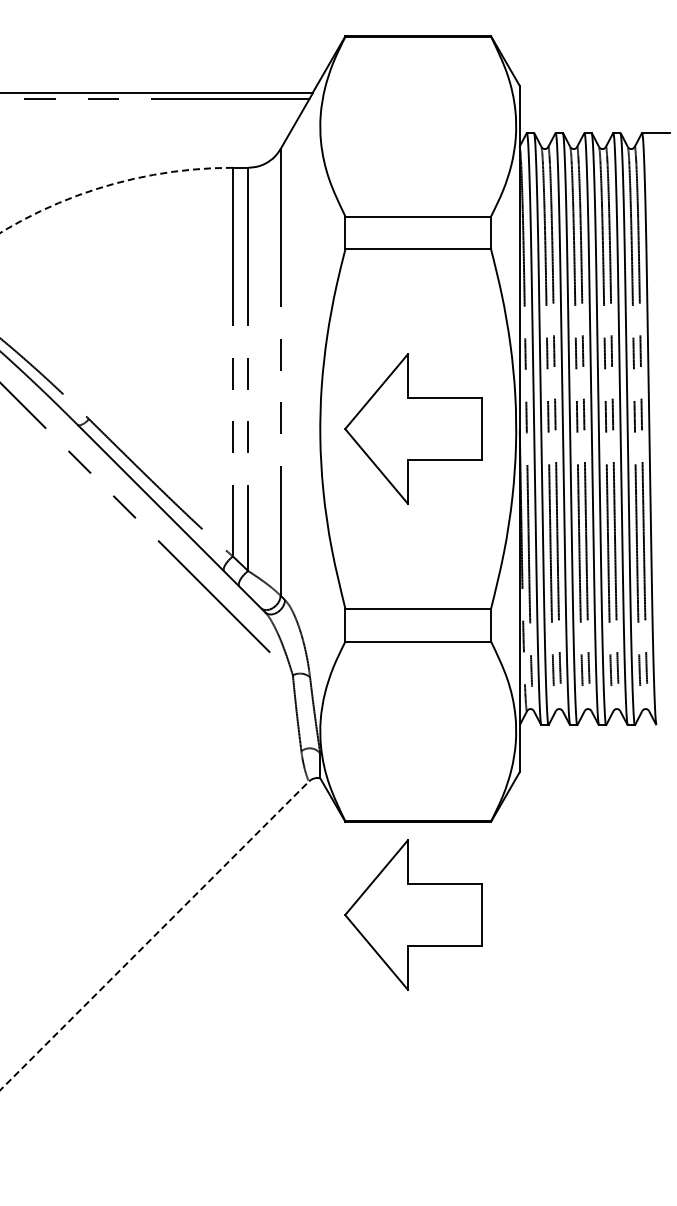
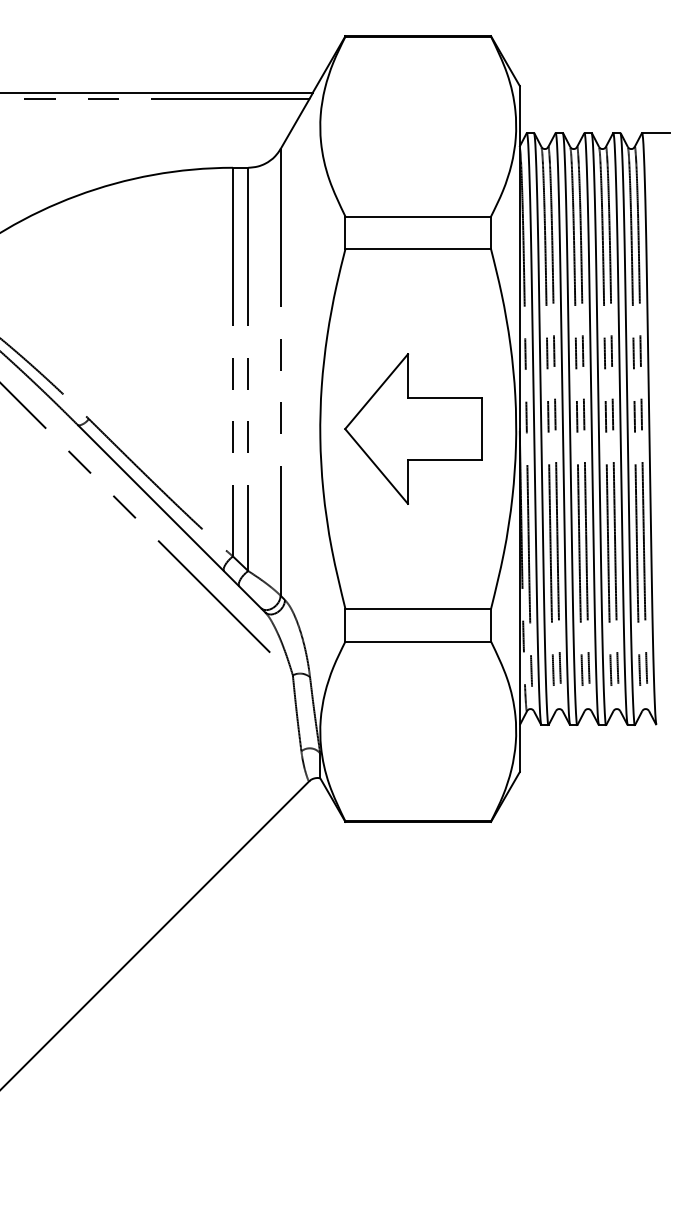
arc at (112, 184): dashed -> solid
part at (413, 914): present -> none
line at (155, 935): dashed -> solid
